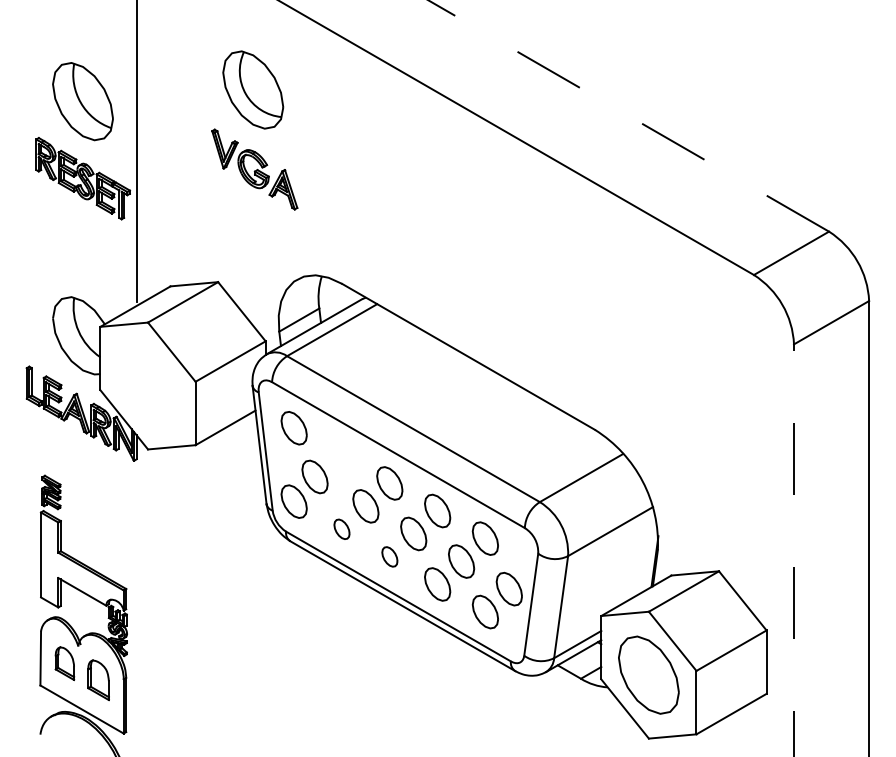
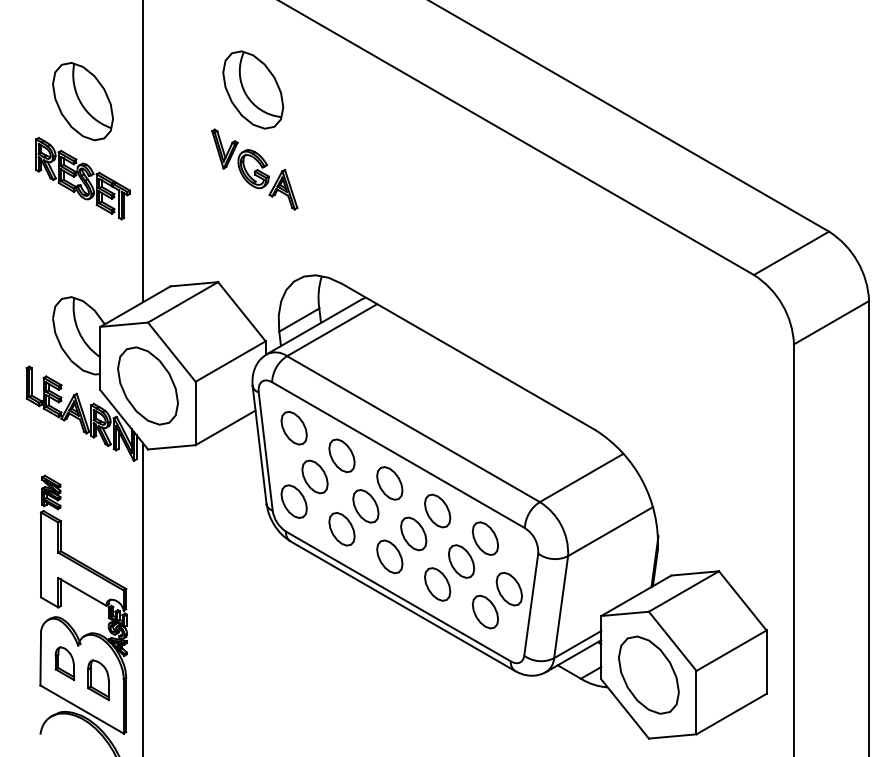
line at (628, 115): dashed -> solid
line at (137, 152) position: (137, 152) -> (143, 152)
part at (147, 385): none -> present
part at (341, 455): none -> present
part at (341, 528) size: 18x22 px -> 28x35 px
line at (794, 550): dashed -> solid
part at (389, 556) size: 18x22 px -> 28x36 px
line at (143, 598): none -> present
